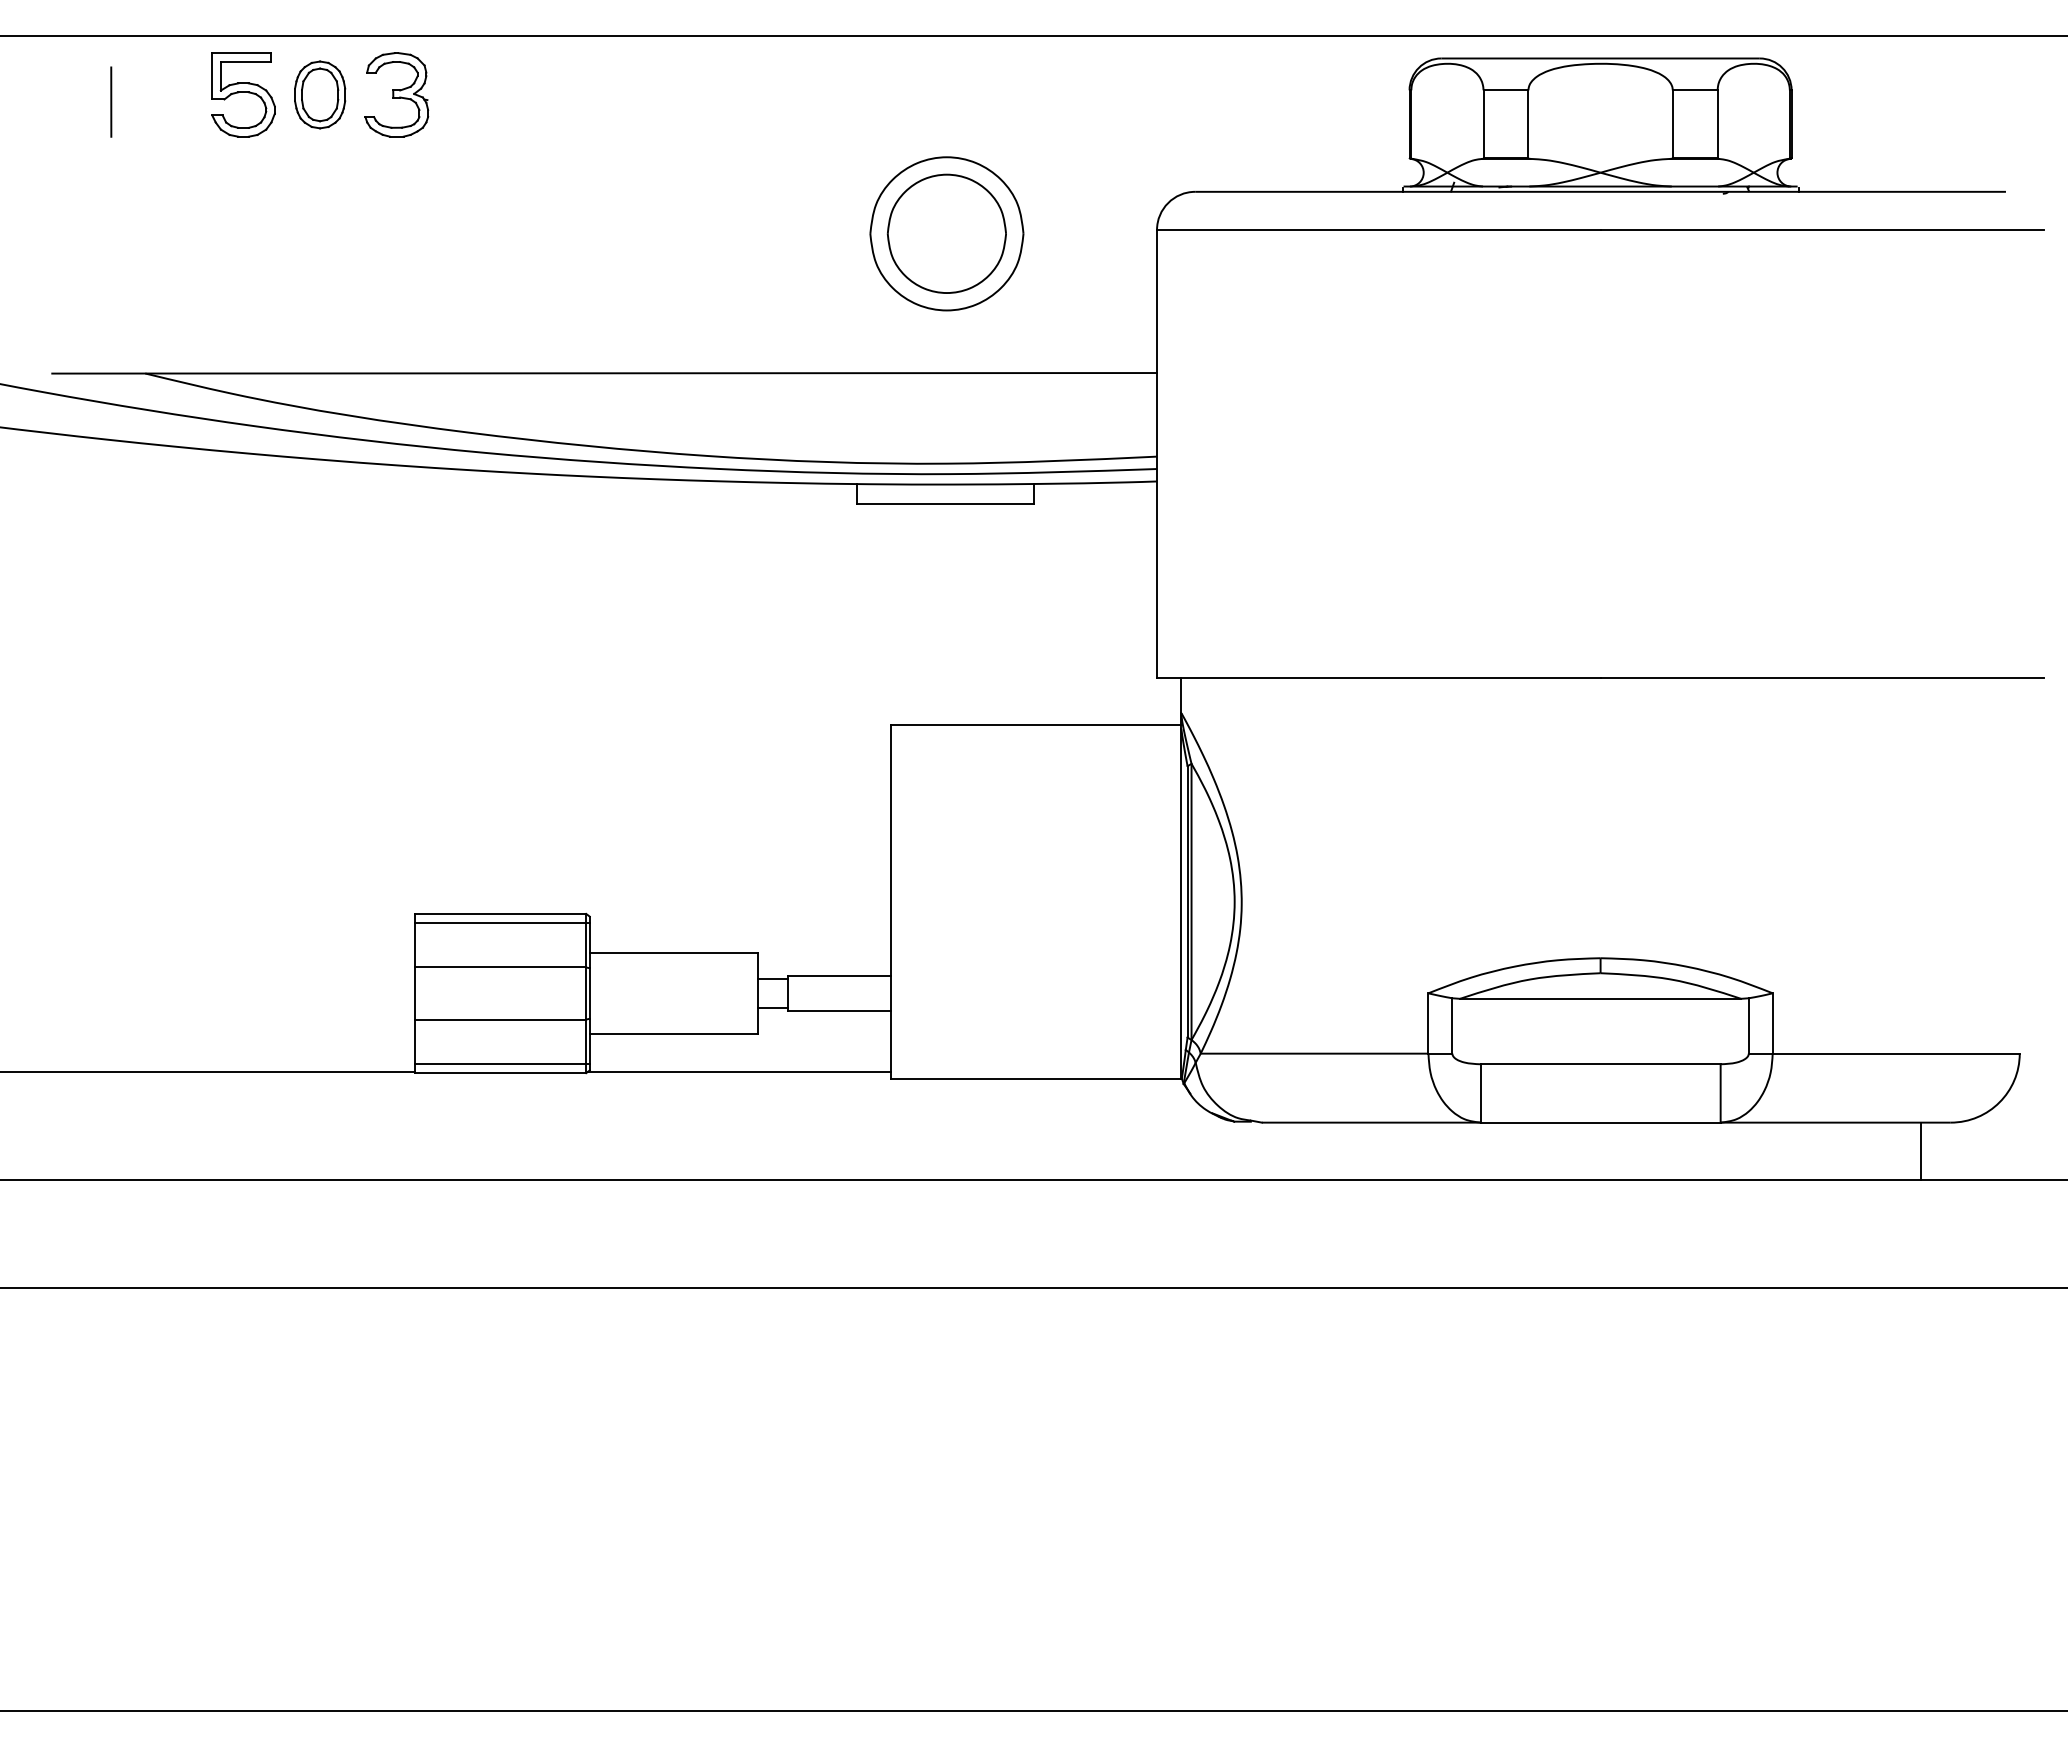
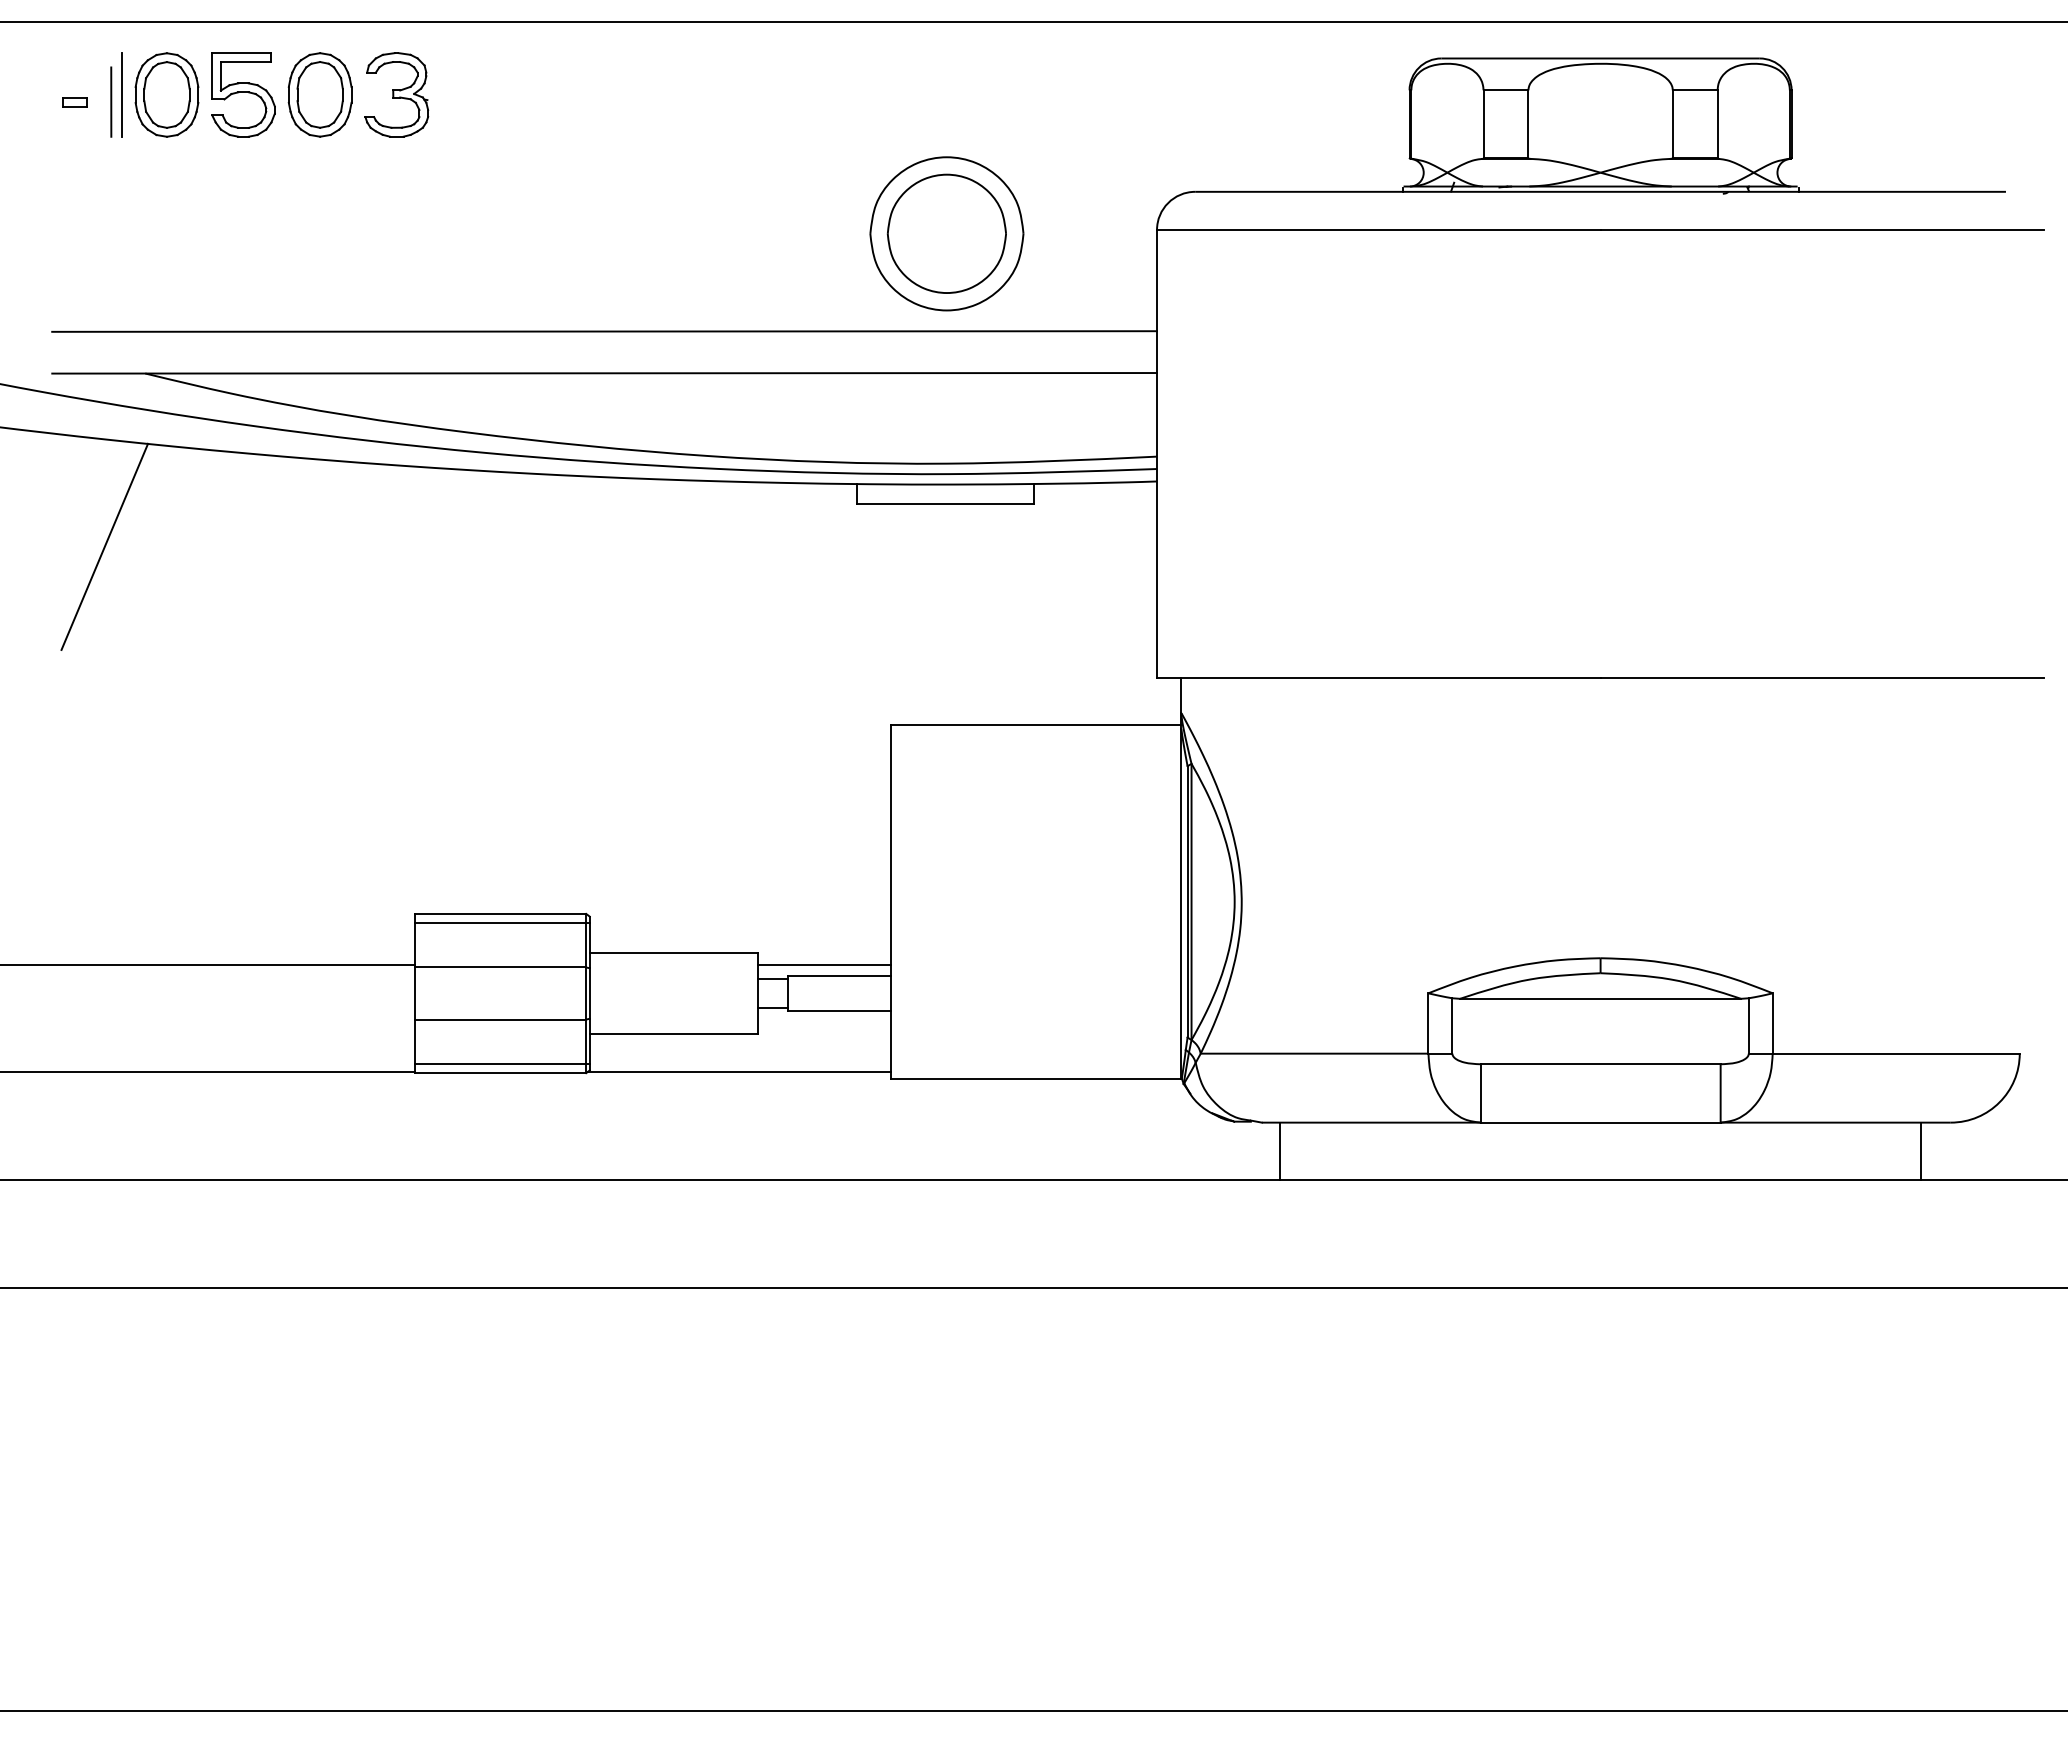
line at (1033, 35) position: (1033, 35) -> (1033, 21)
line at (121, 94): none -> present
part at (166, 94): none -> present
part at (320, 94) size: 53x70 px -> 66x86 px
part at (74, 102): none -> present
line at (604, 331): none -> present
line at (104, 546): none -> present
line at (208, 964): none -> present
line at (824, 964): none -> present
line at (1280, 1151): none -> present
